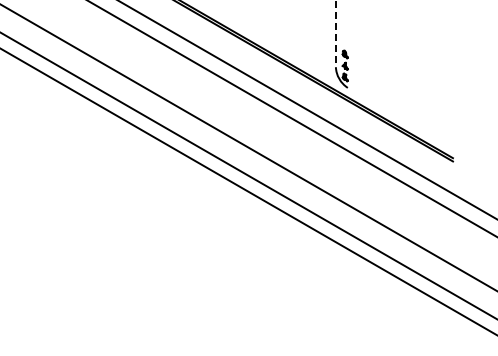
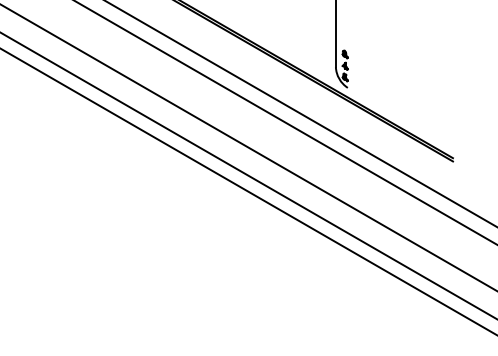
line at (335, 34): dashed -> solid
line at (307, 109) position: (307, 109) -> (300, 113)
line at (292, 118) position: (292, 118) -> (285, 122)
